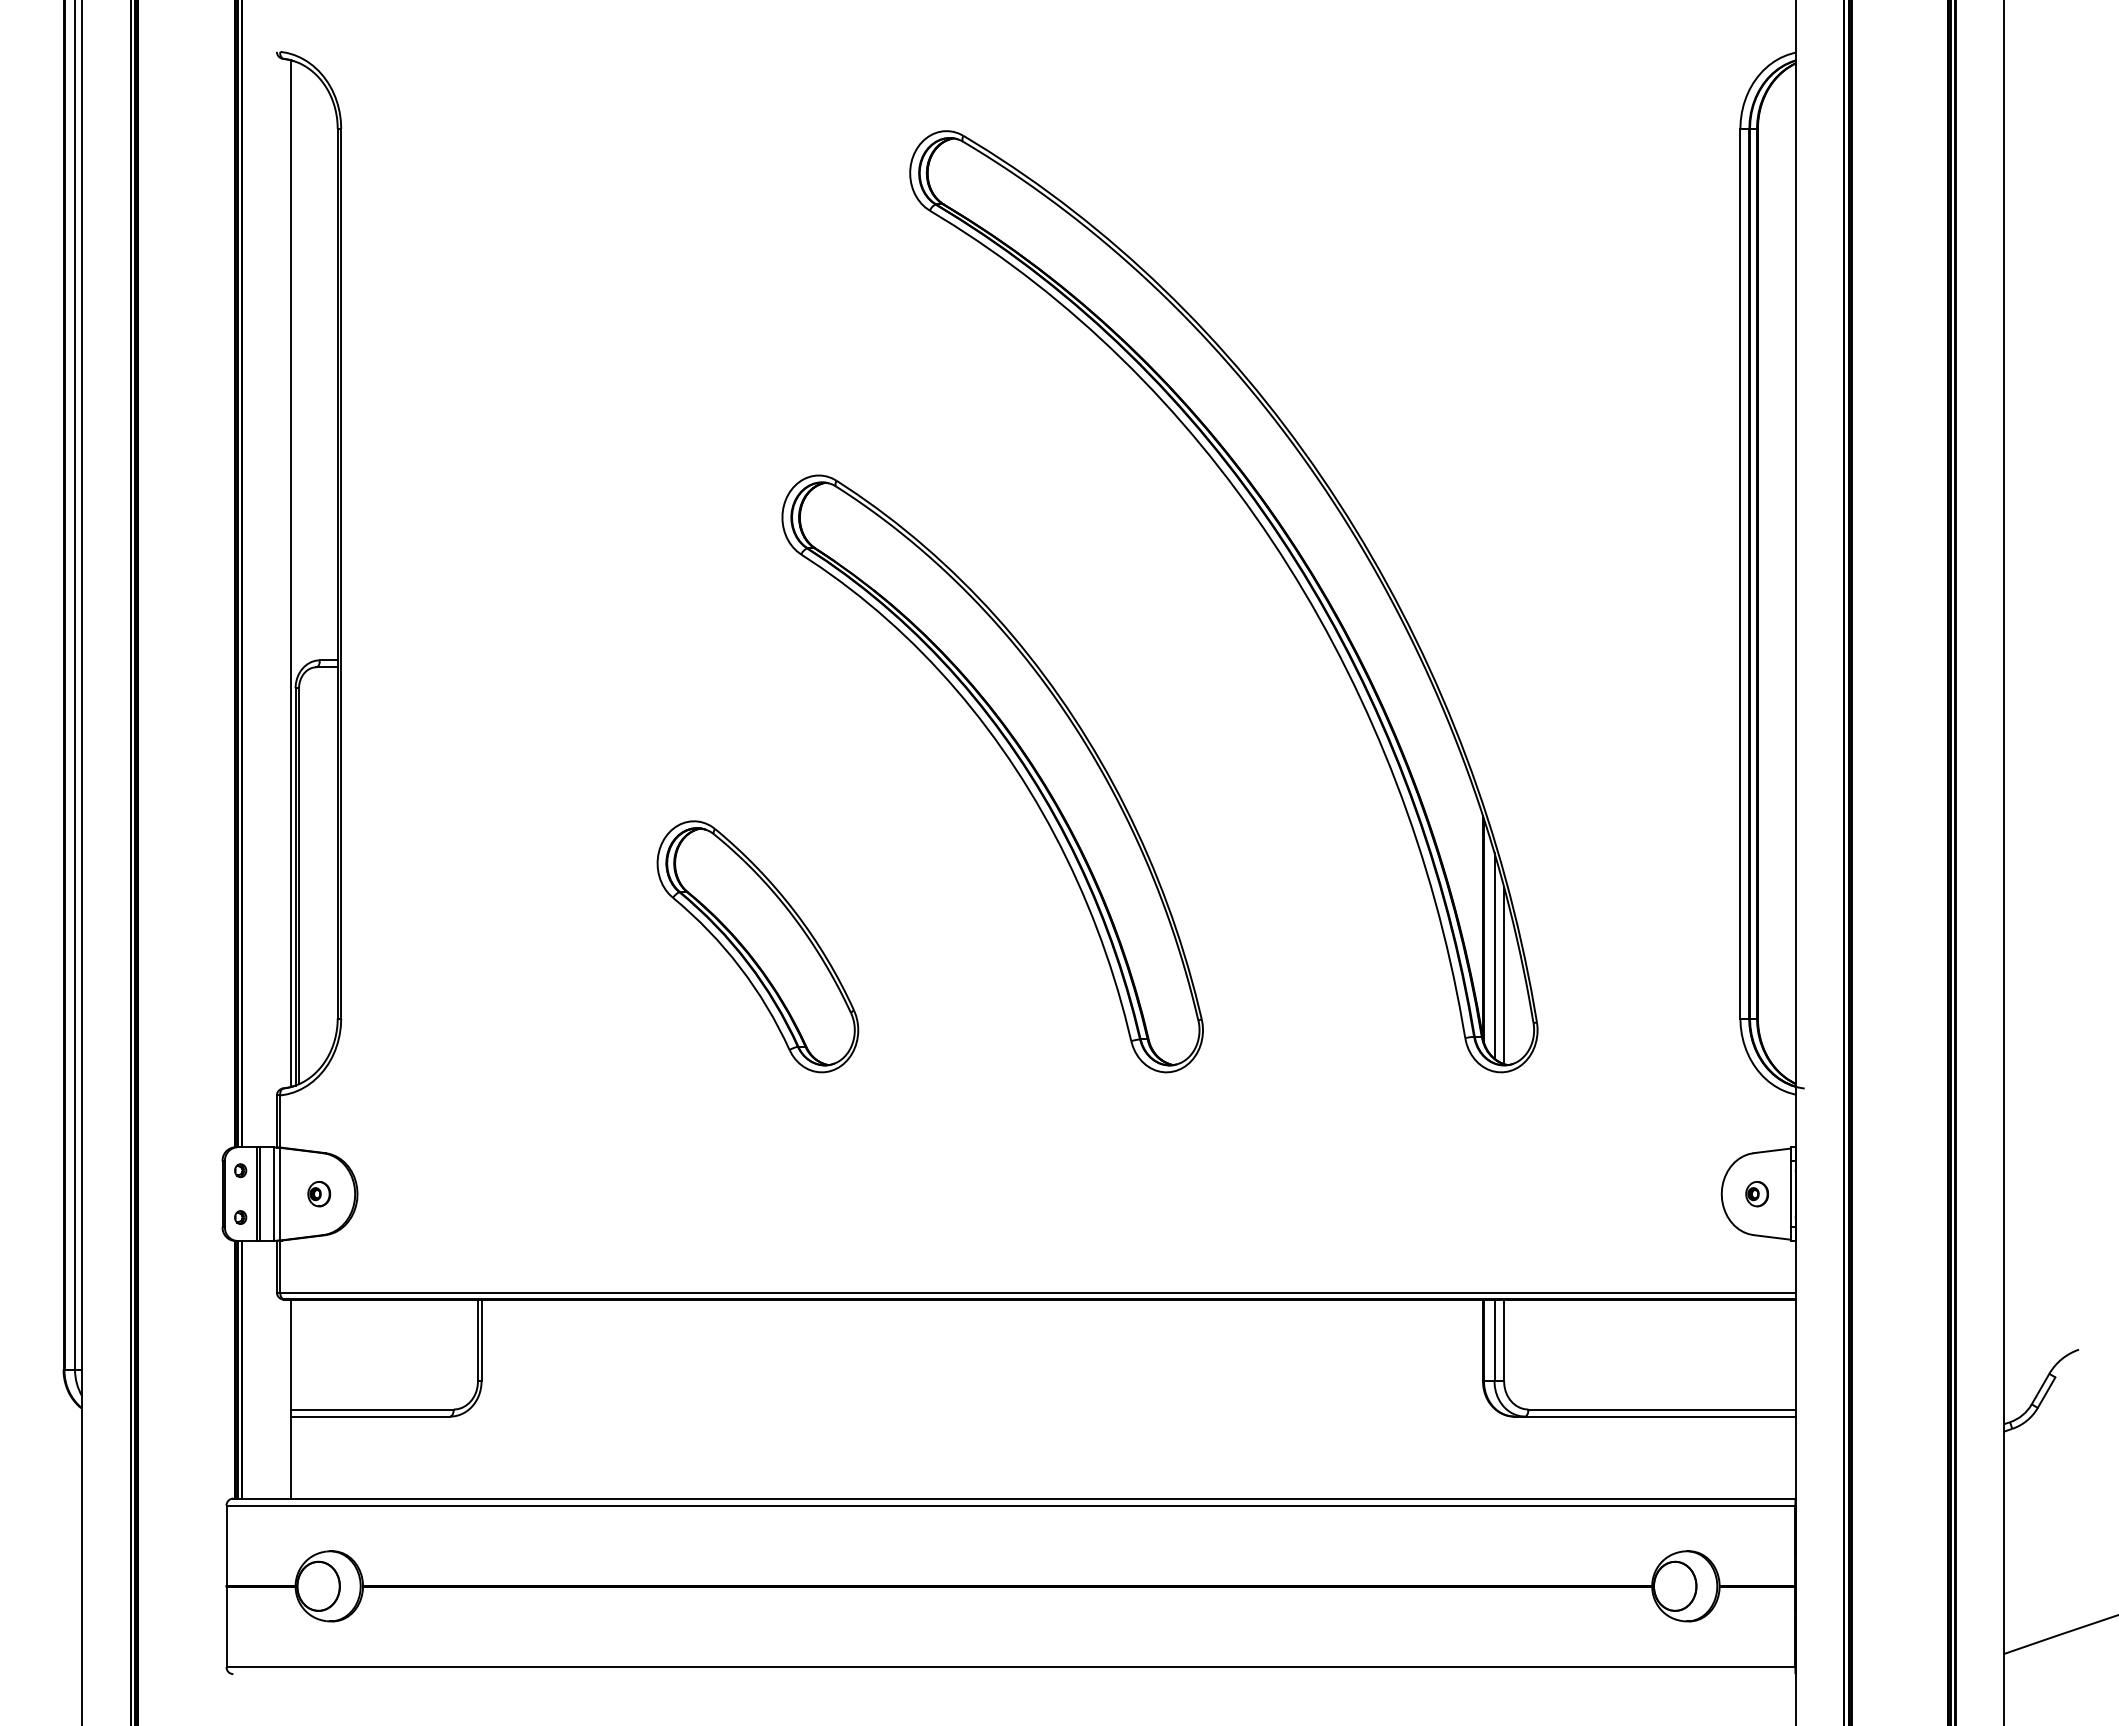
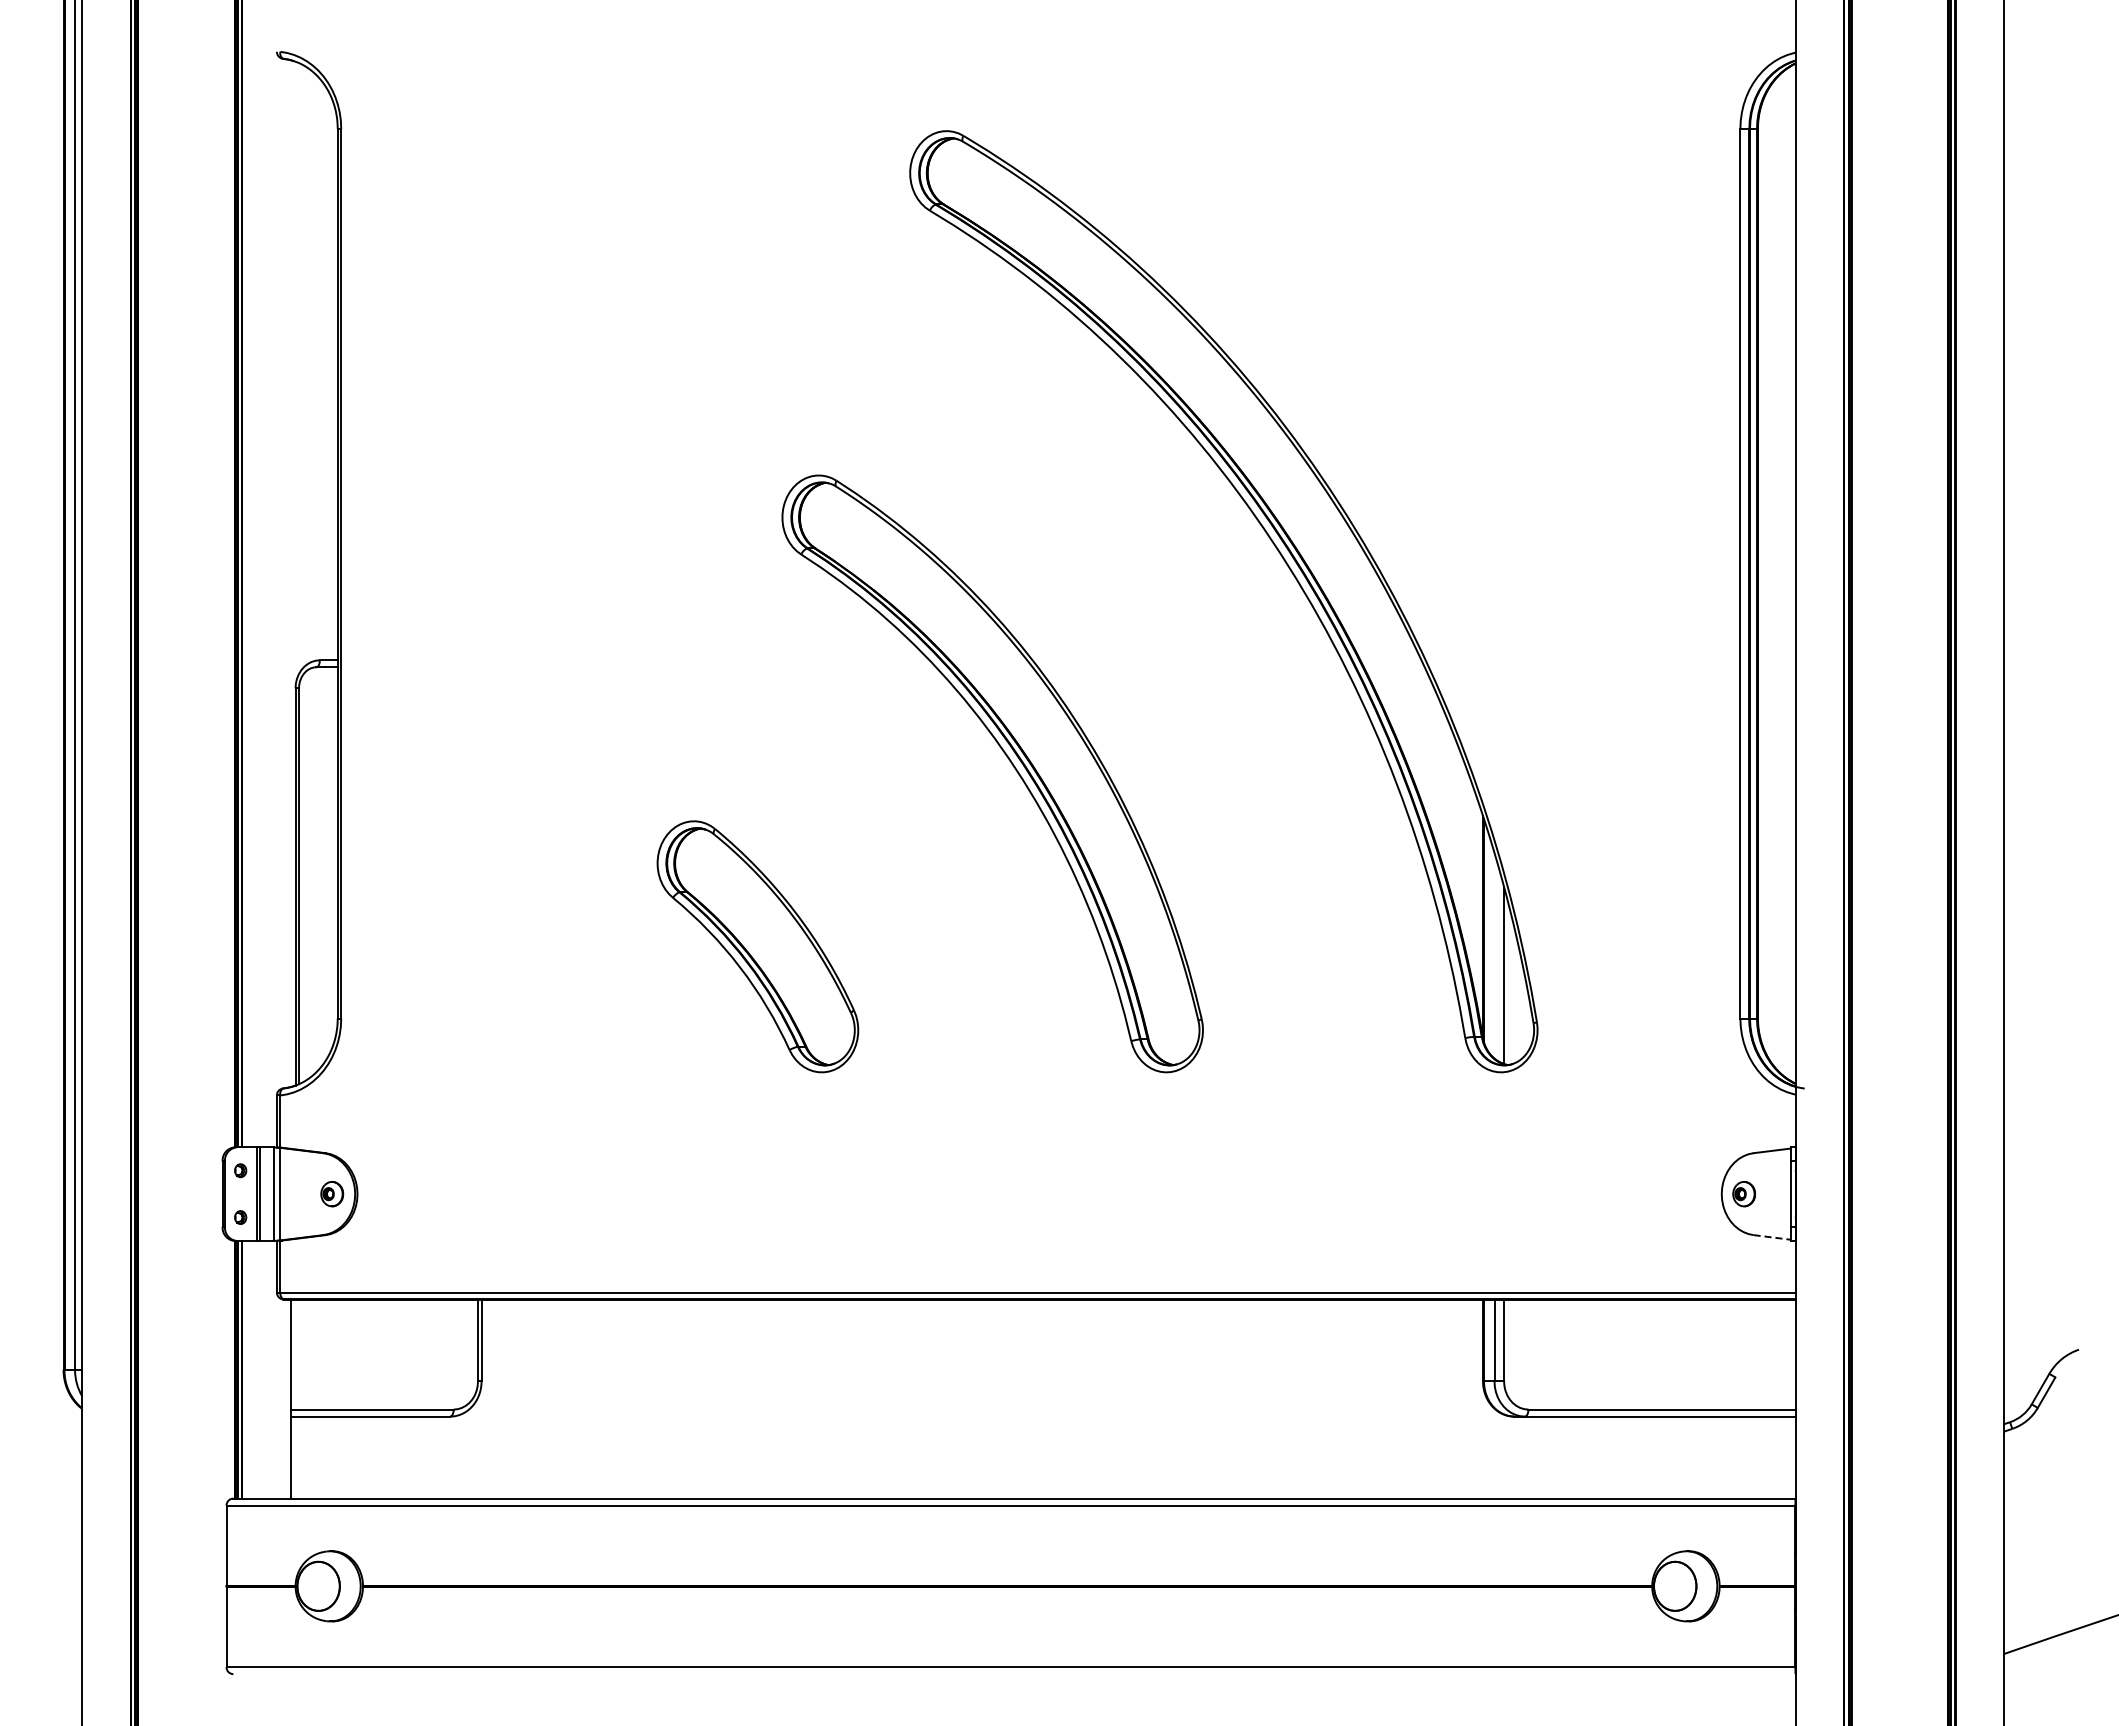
line at (290, 573): present -> none
line at (1494, 955): present -> none
part at (319, 1194) position: (319, 1194) -> (332, 1194)
part at (1756, 1194) position: (1756, 1194) -> (1743, 1194)
line at (1772, 1237): solid -> dashed
